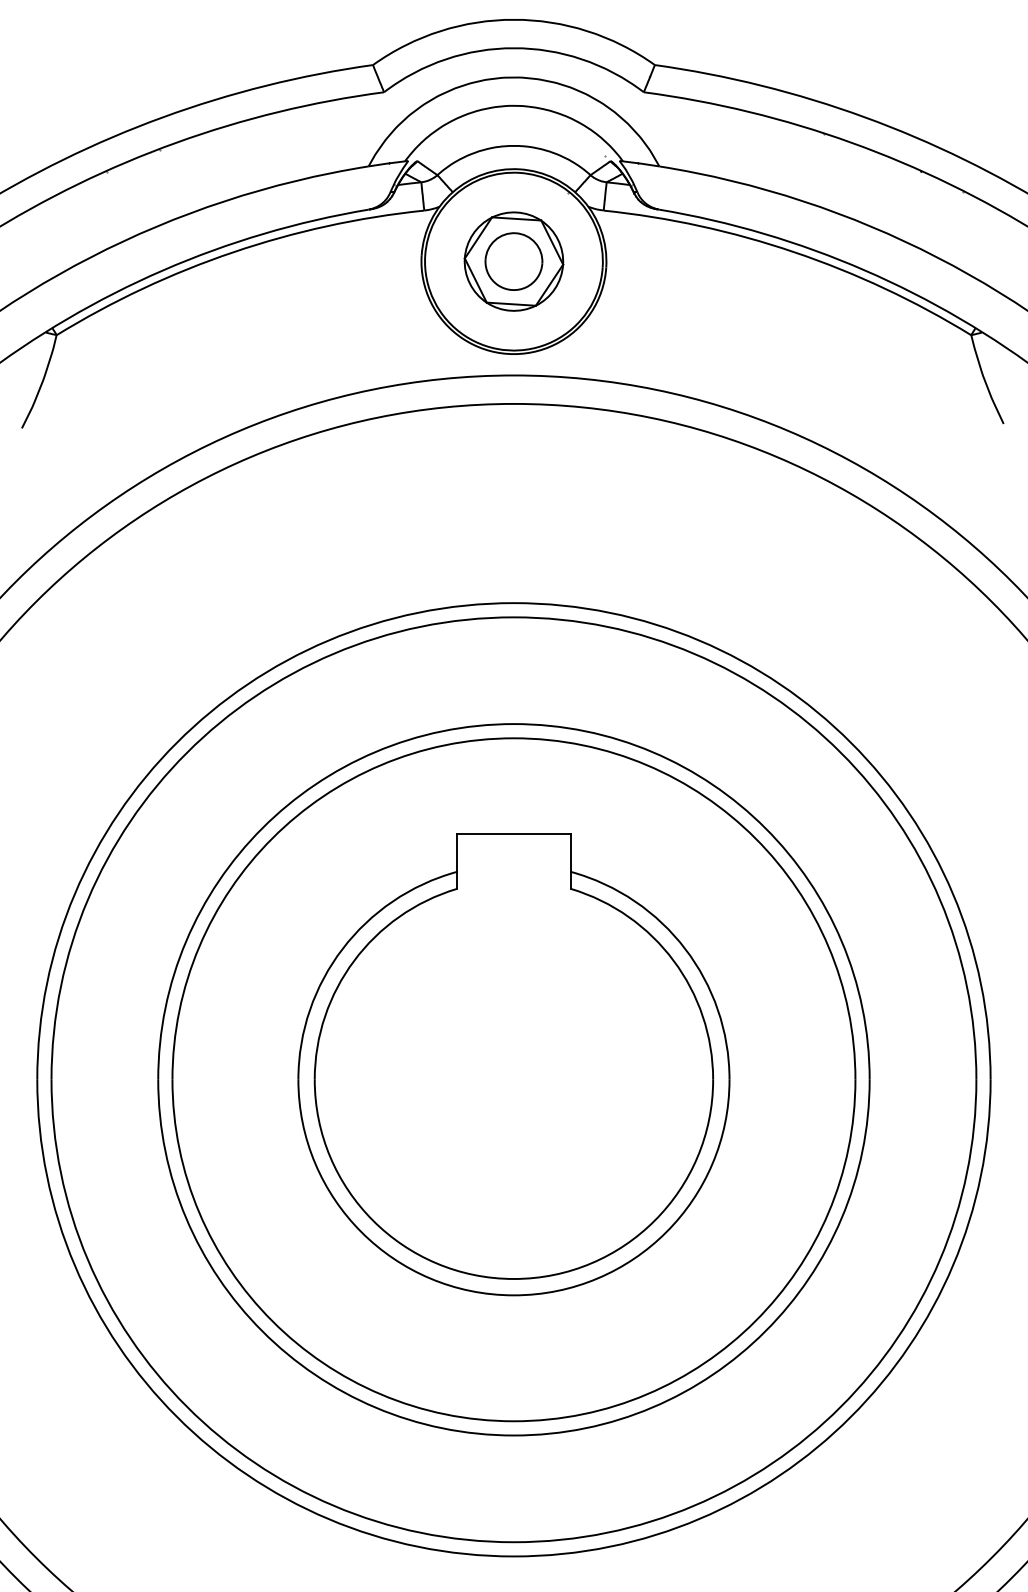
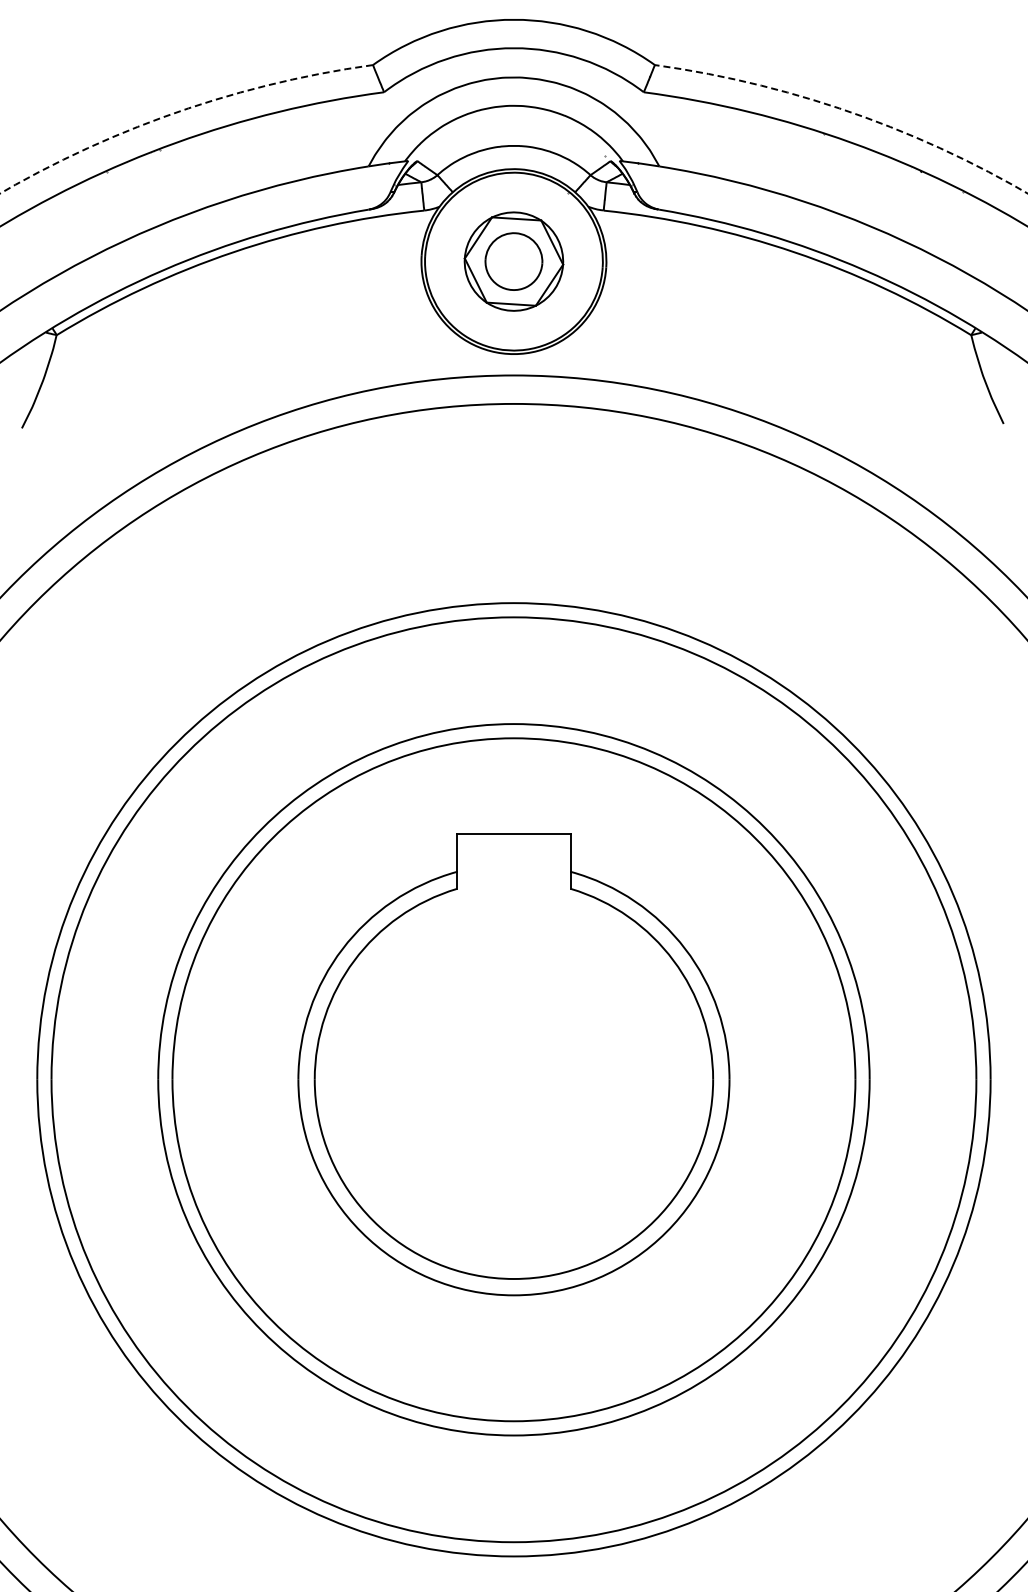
arc at (180, 111): solid -> dashed
arc at (847, 111): solid -> dashed
